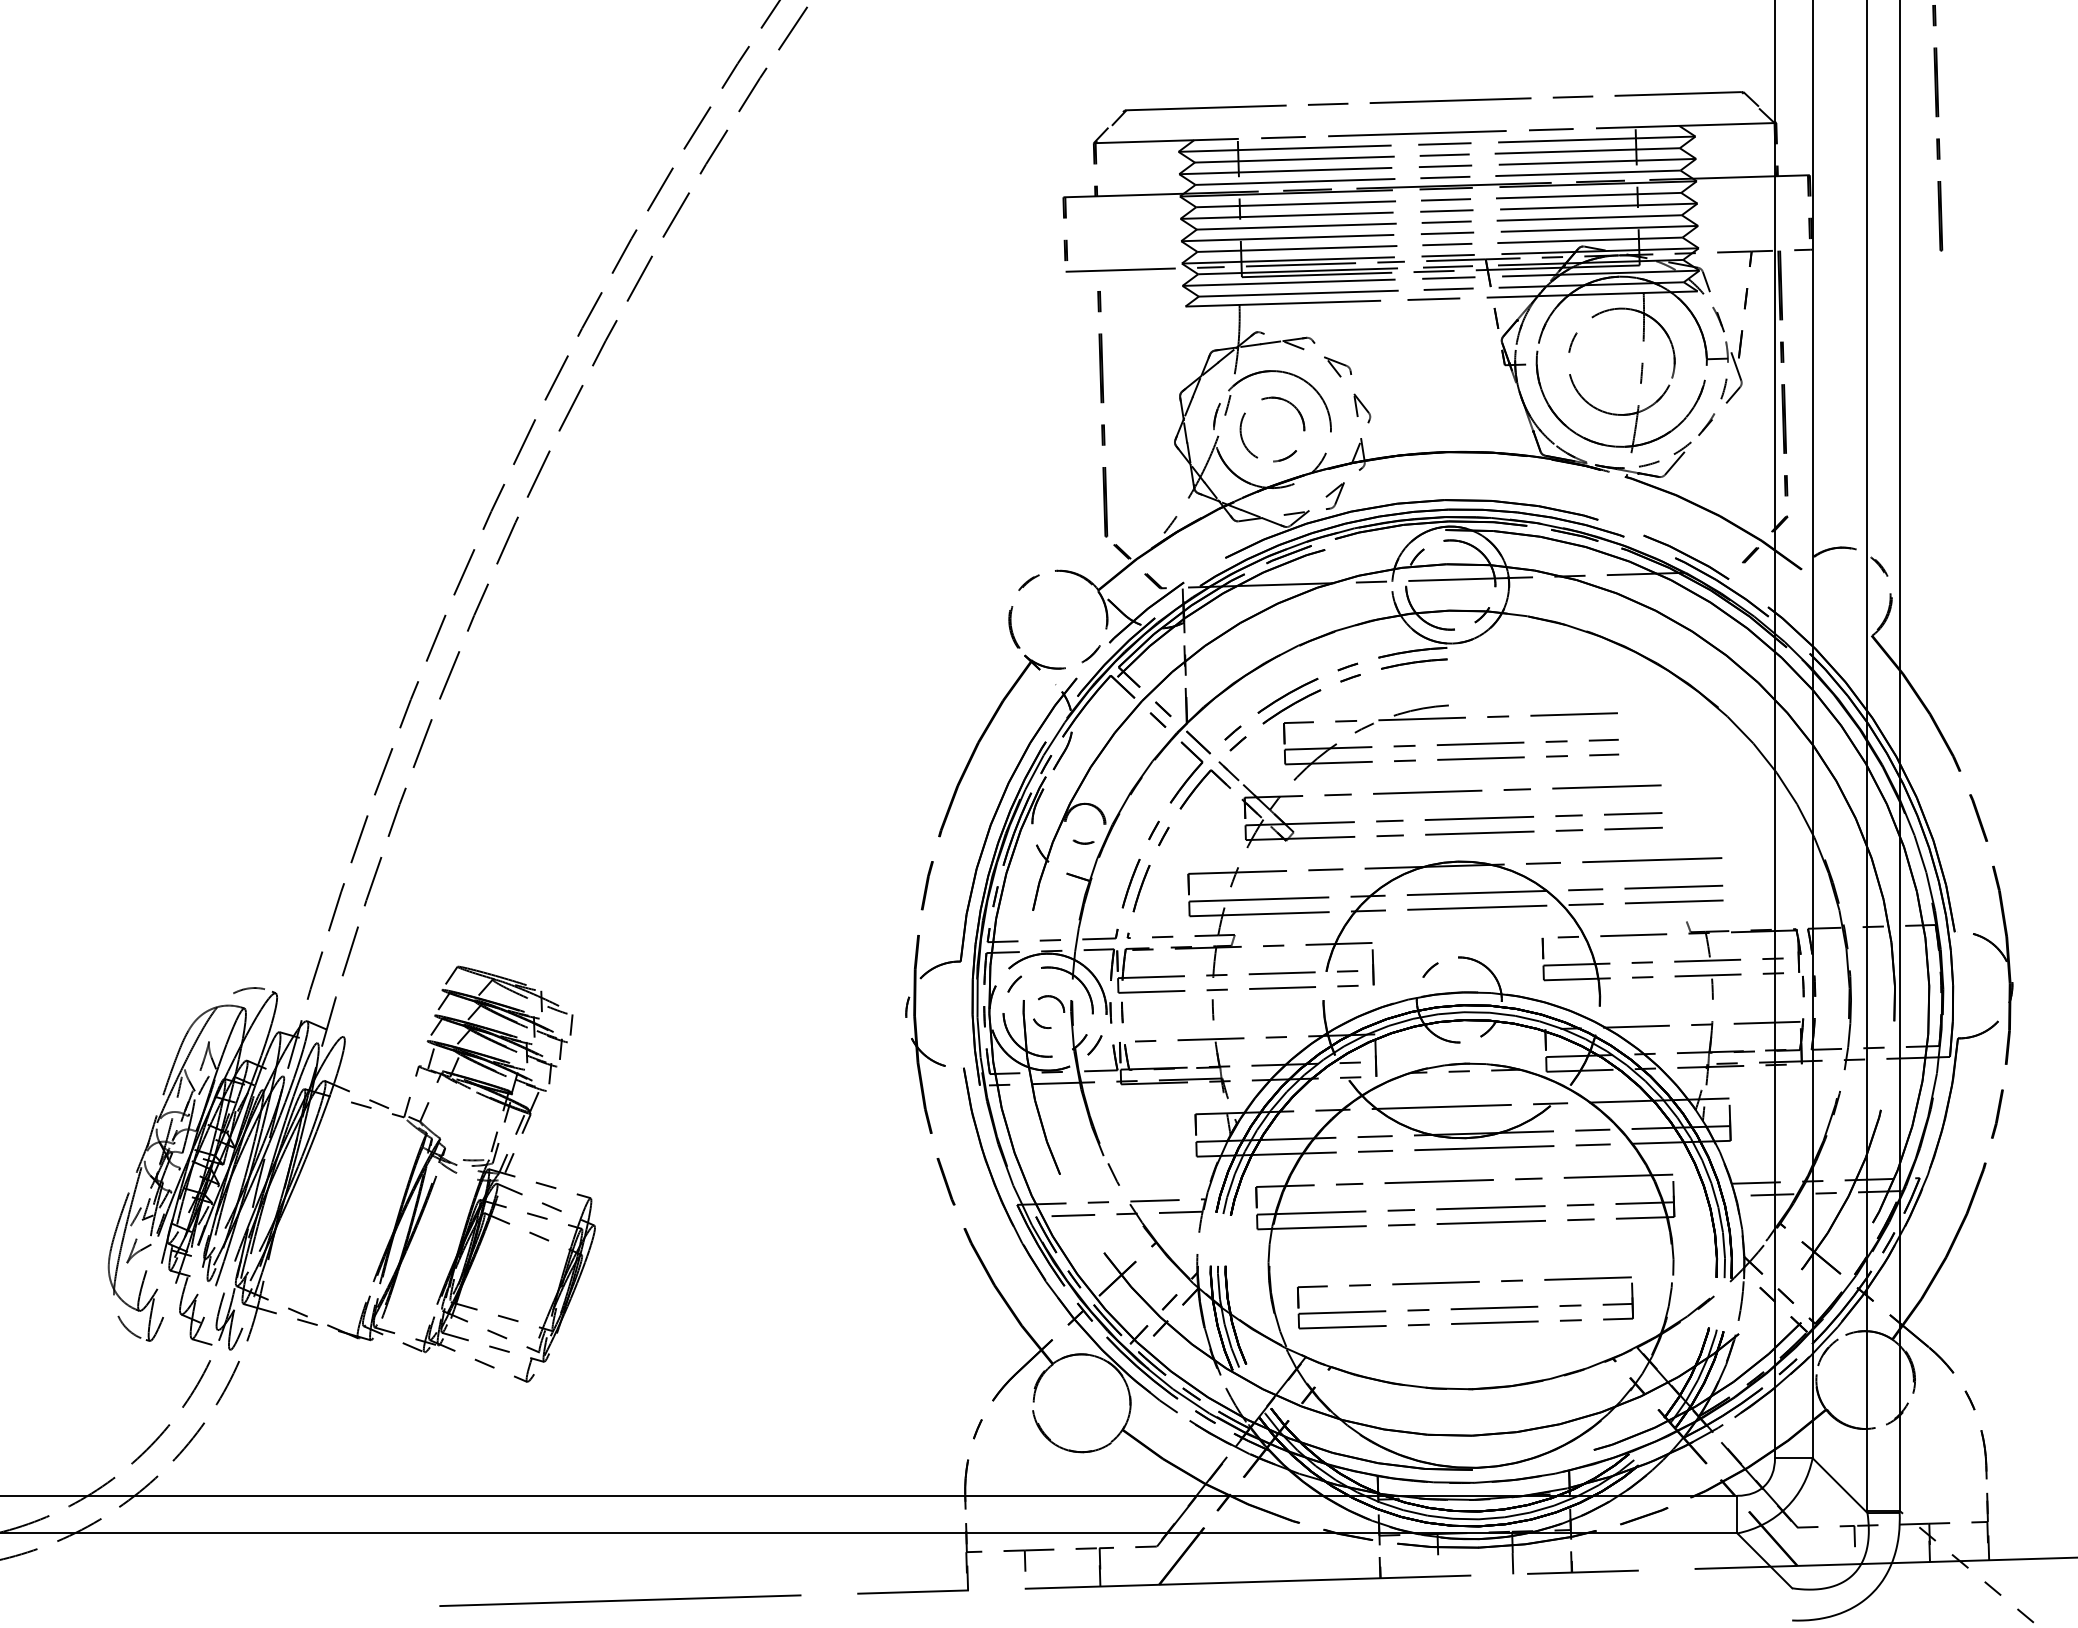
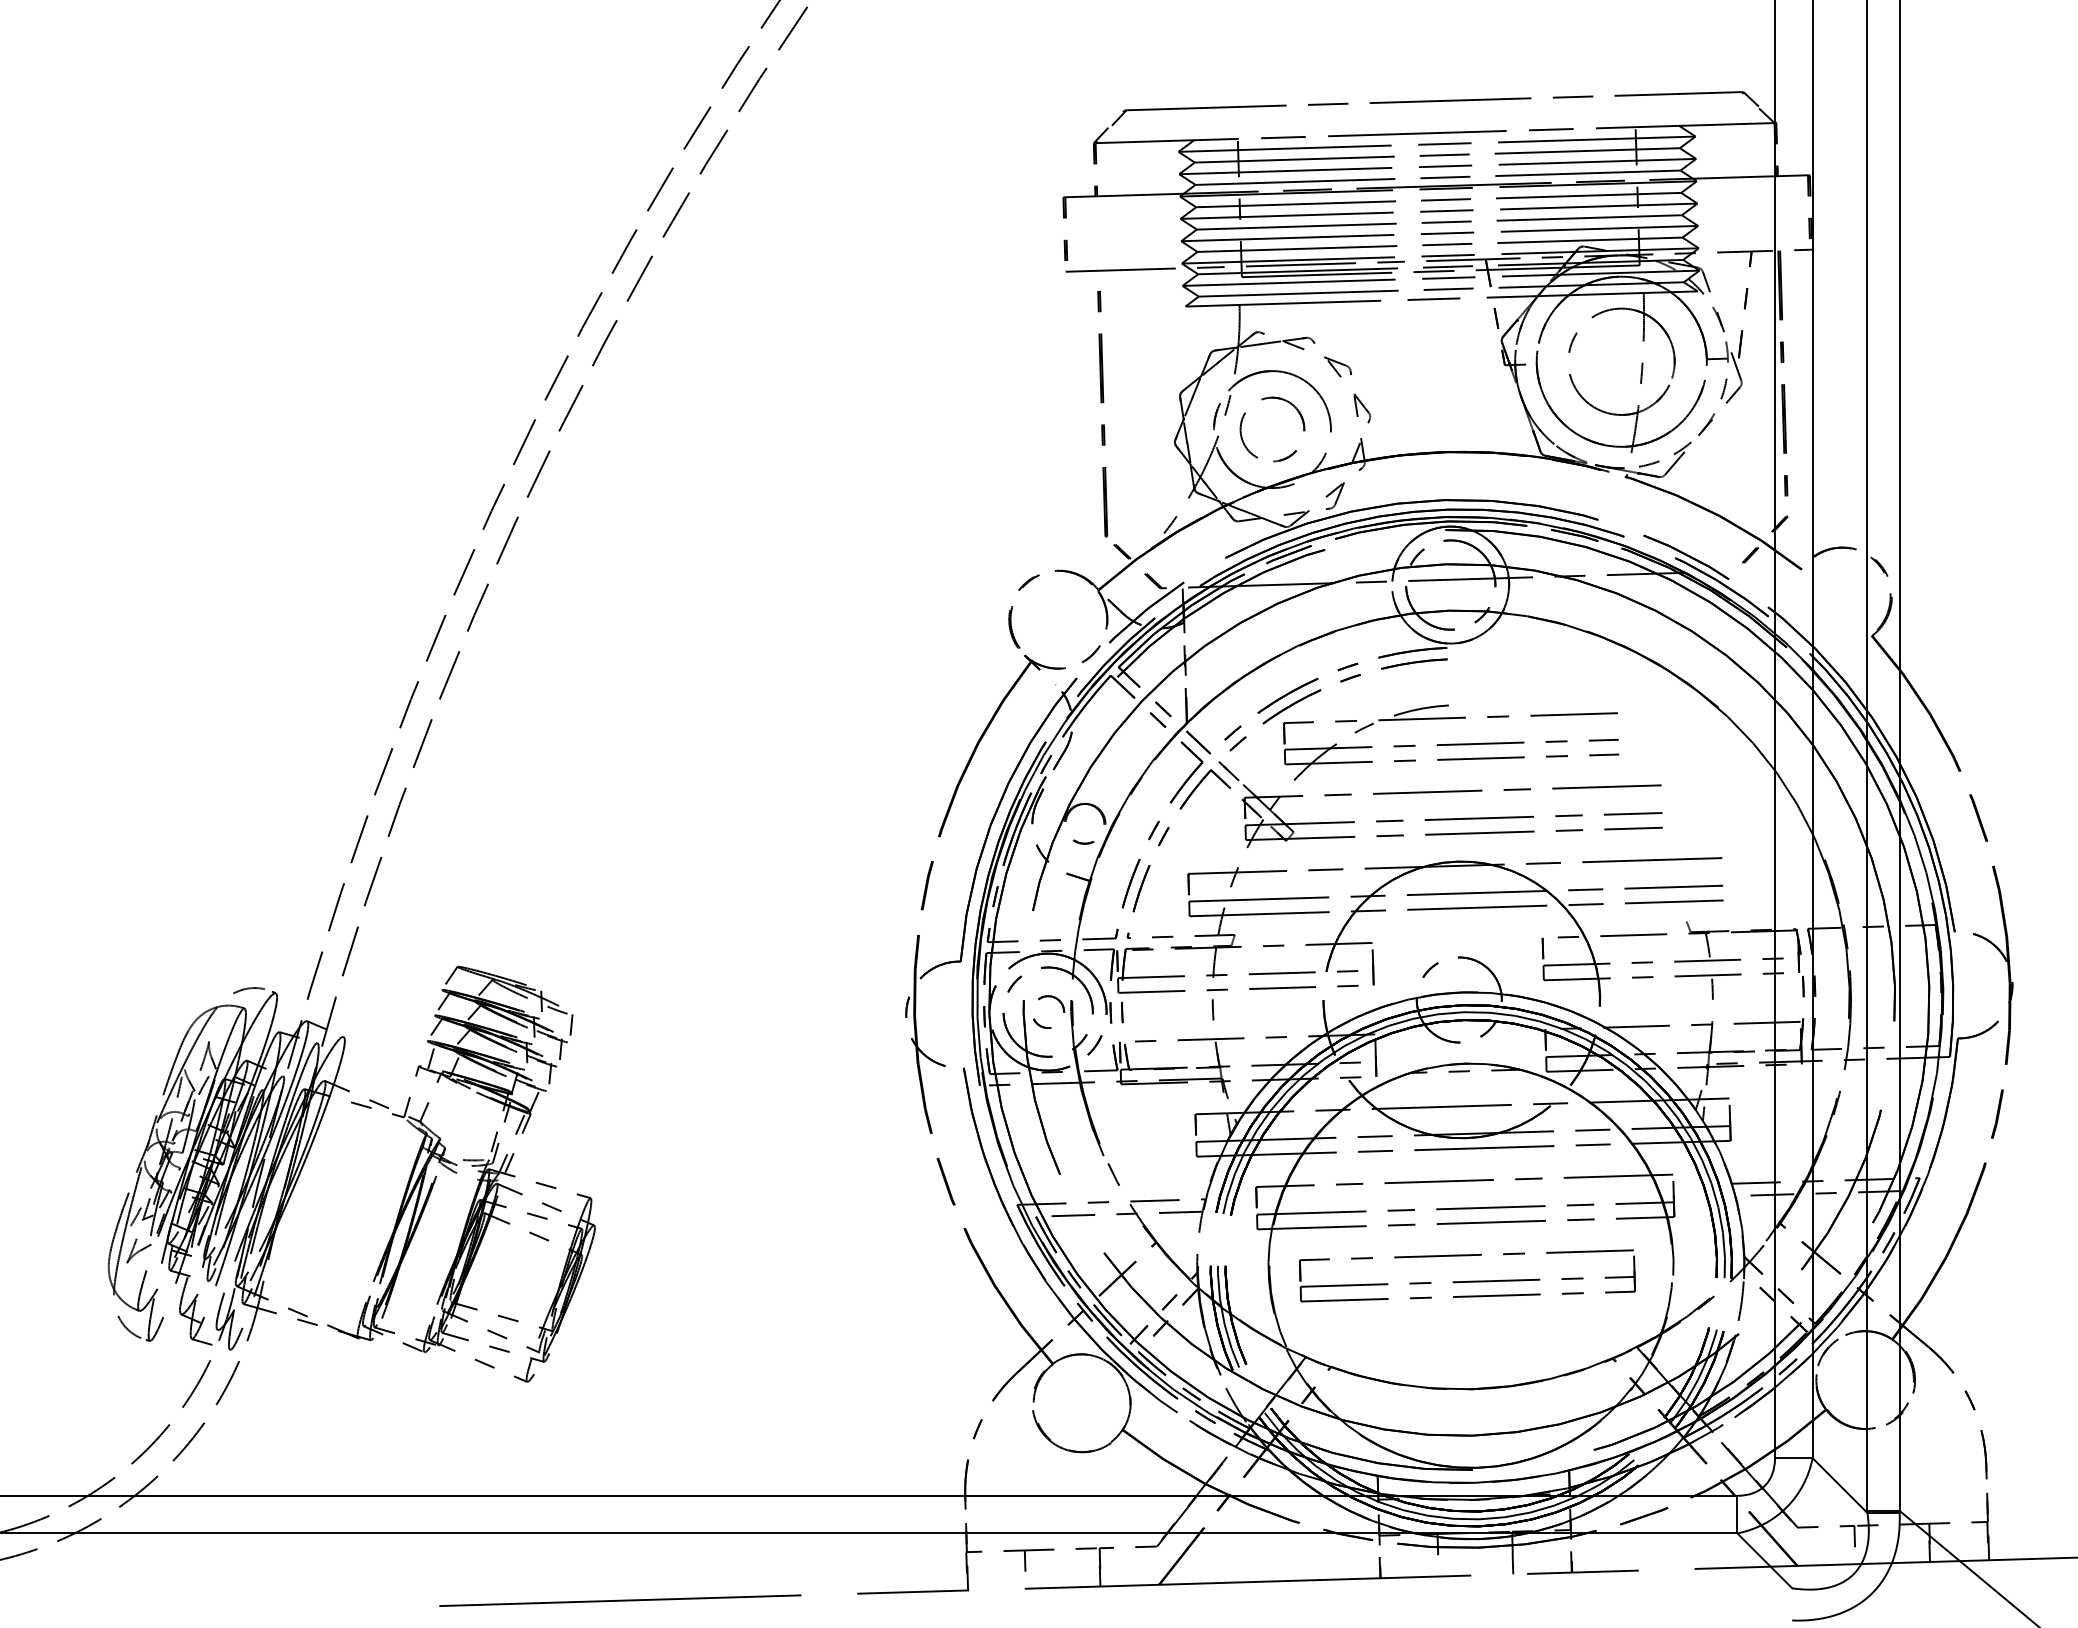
line at (1937, 138): present -> none
part at (1465, 1302) position: (1465, 1302) -> (1467, 1275)
line at (1969, 1569): dashed -> solid
